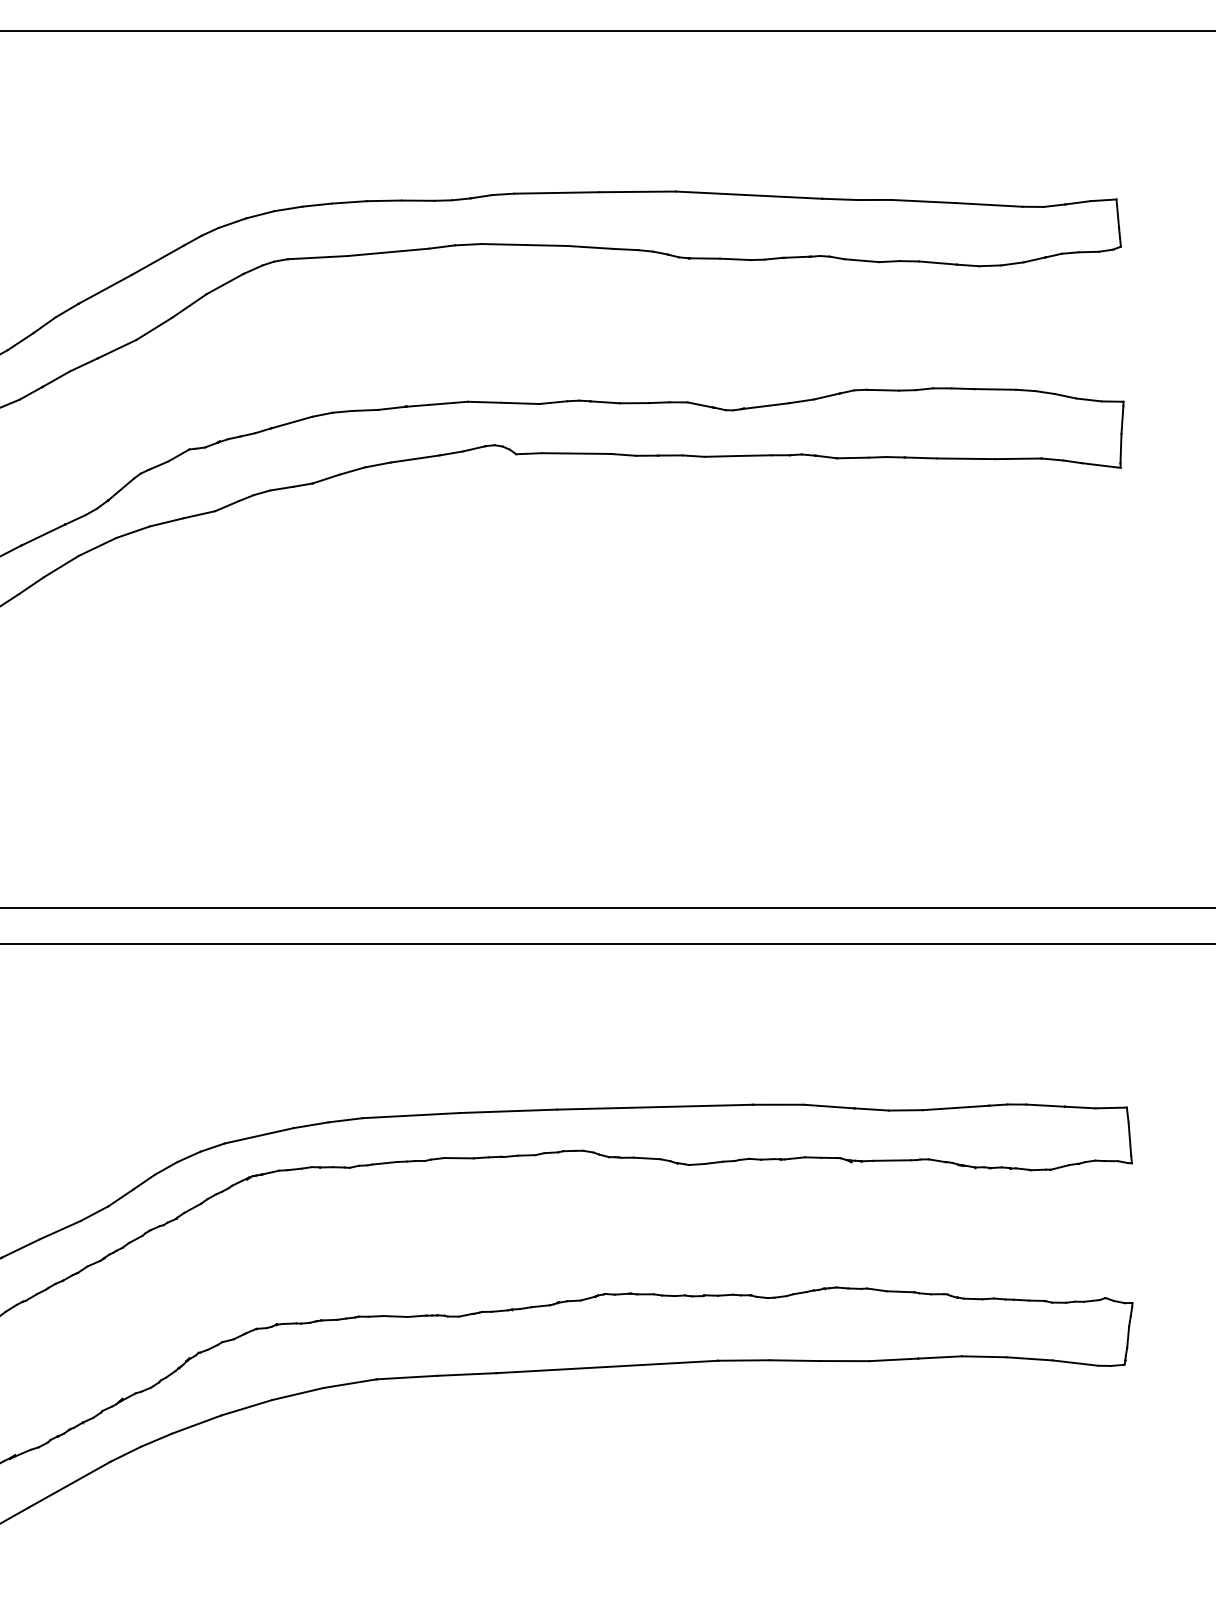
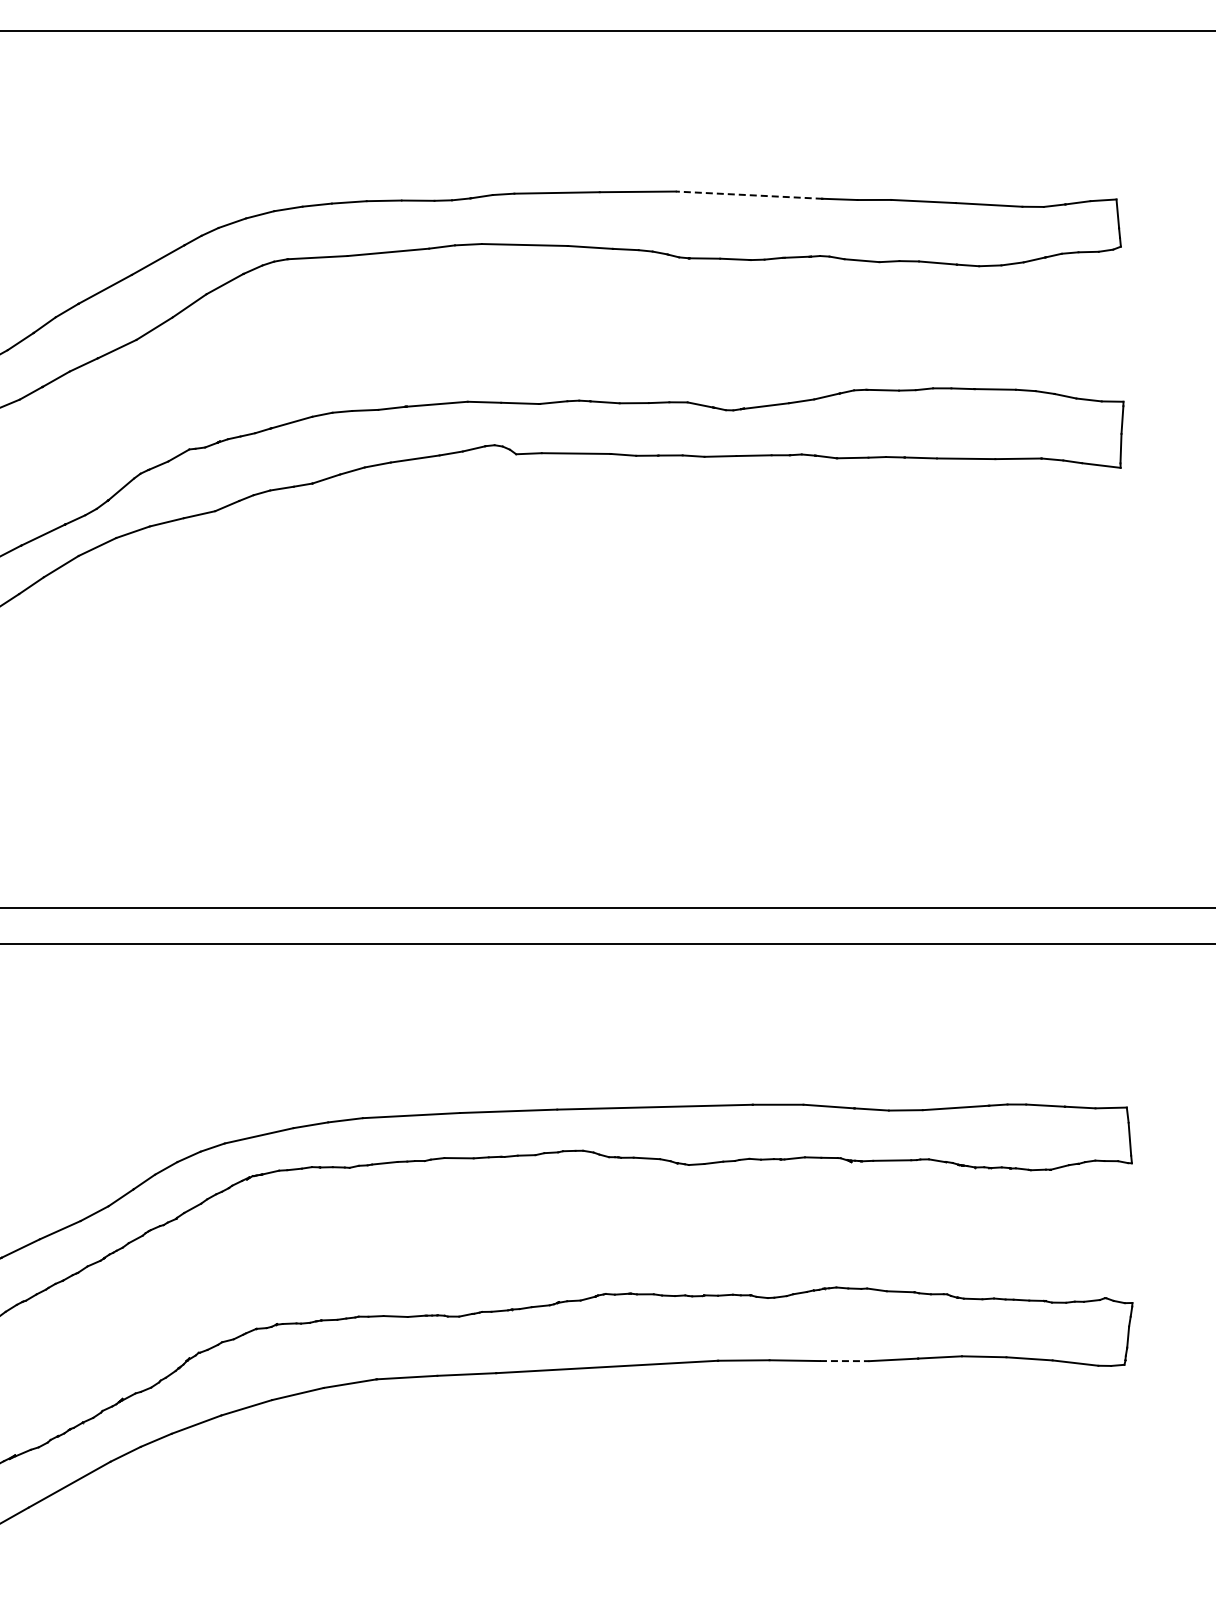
line at (749, 195): solid -> dashed
line at (844, 1361): solid -> dashed
